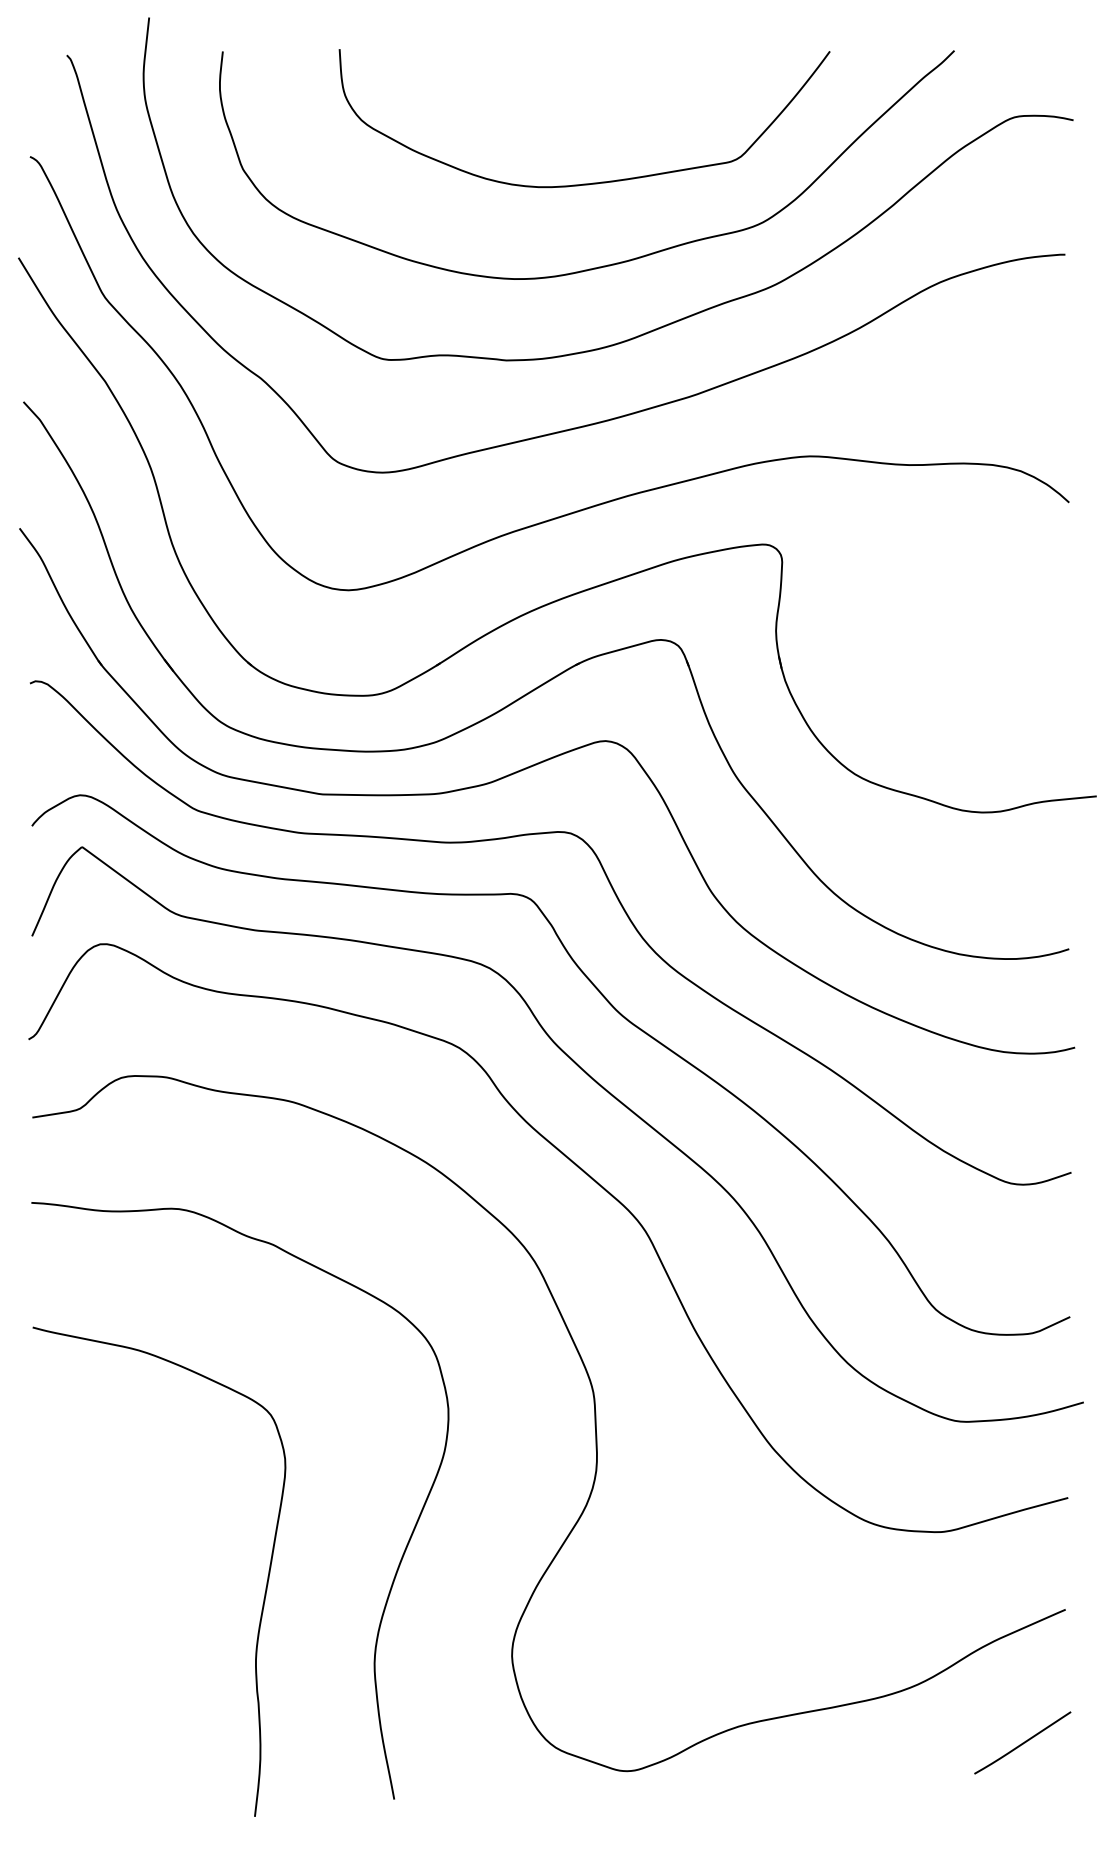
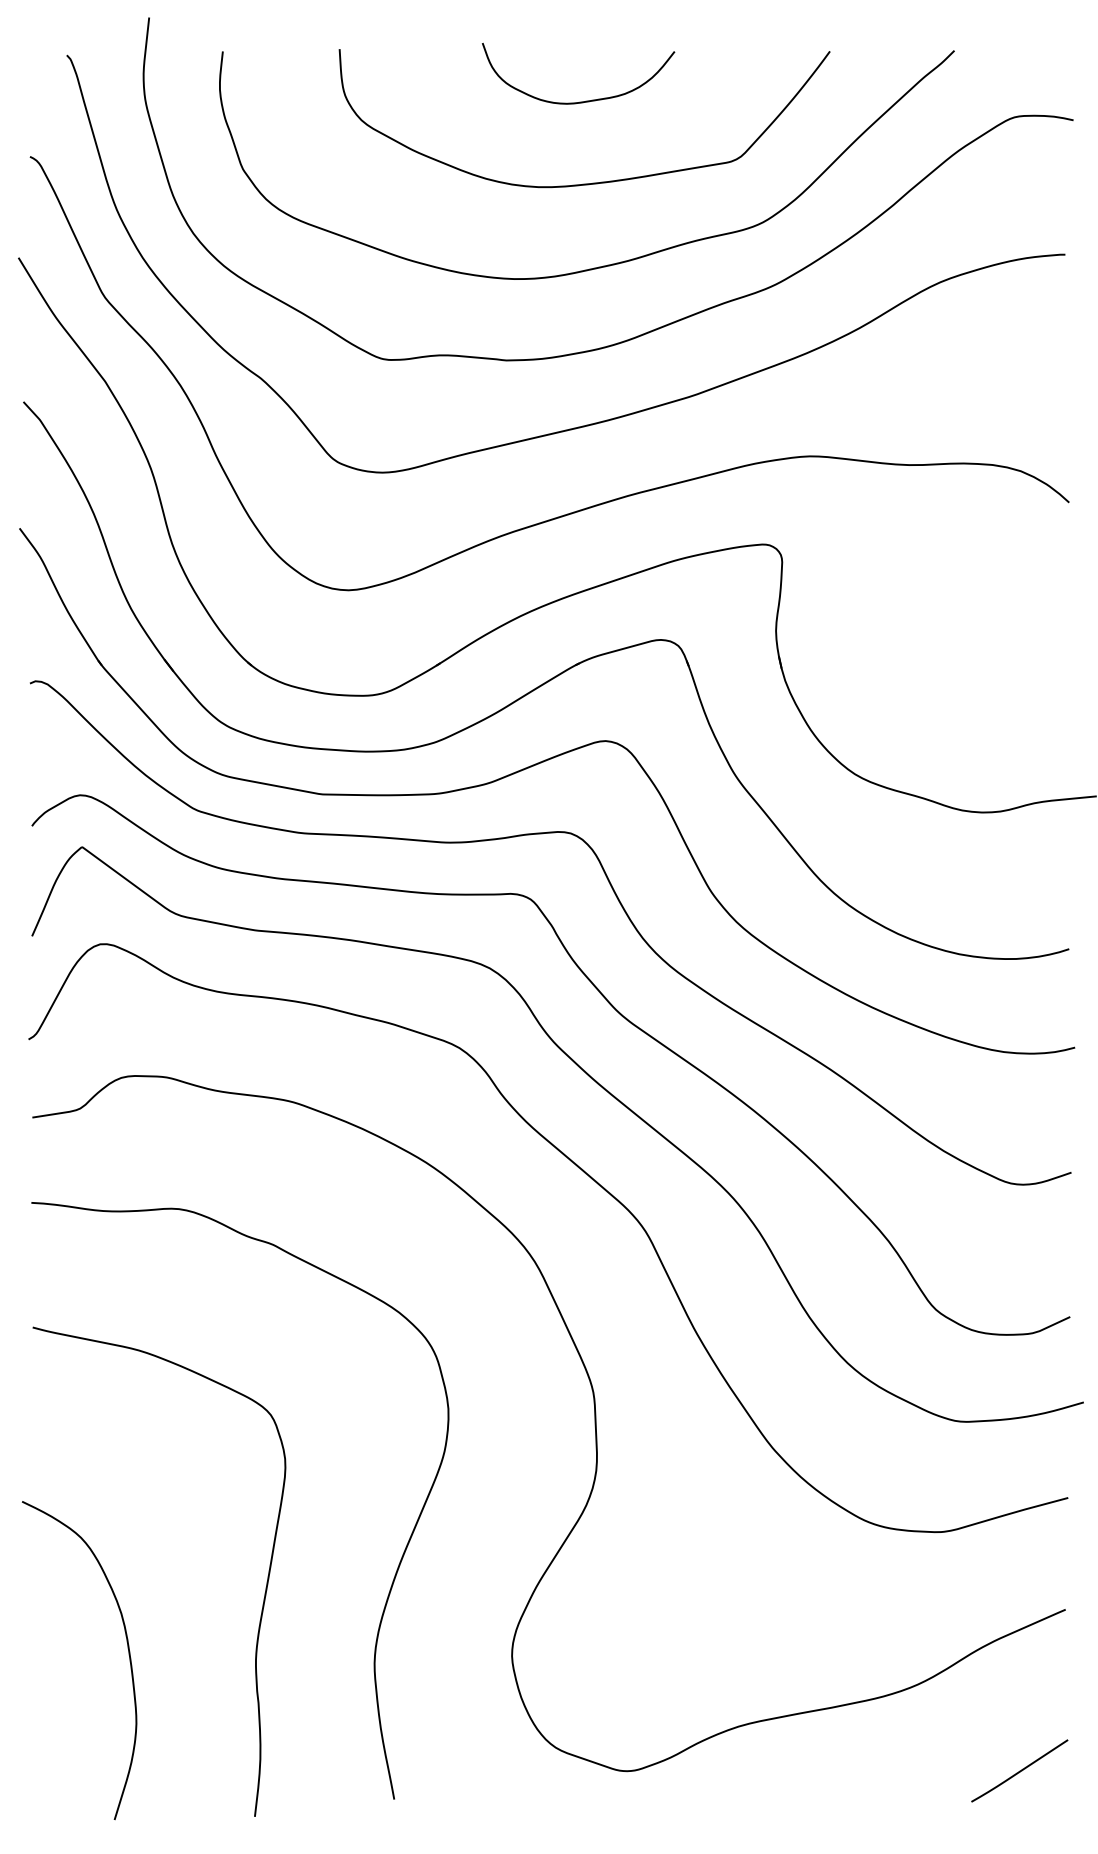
curve at (579, 101): none -> present
curve at (128, 1655): none -> present
curve at (1022, 1742) position: (1022, 1742) -> (1019, 1770)
